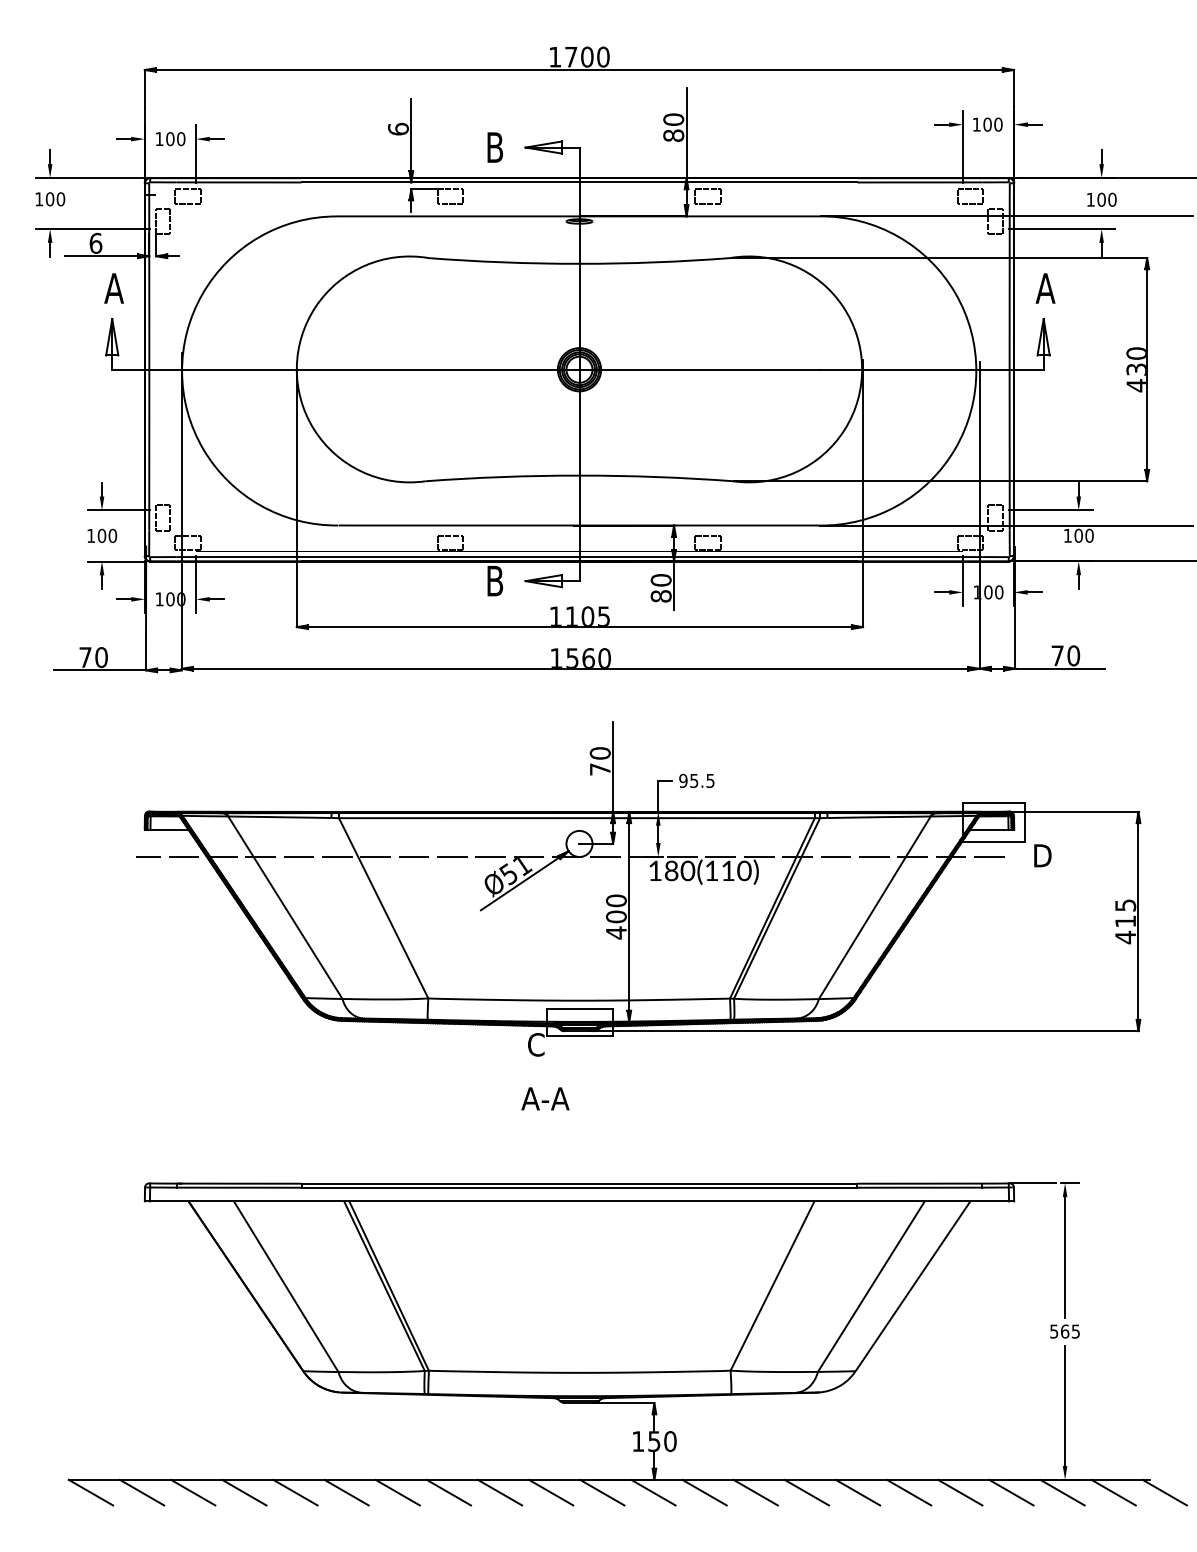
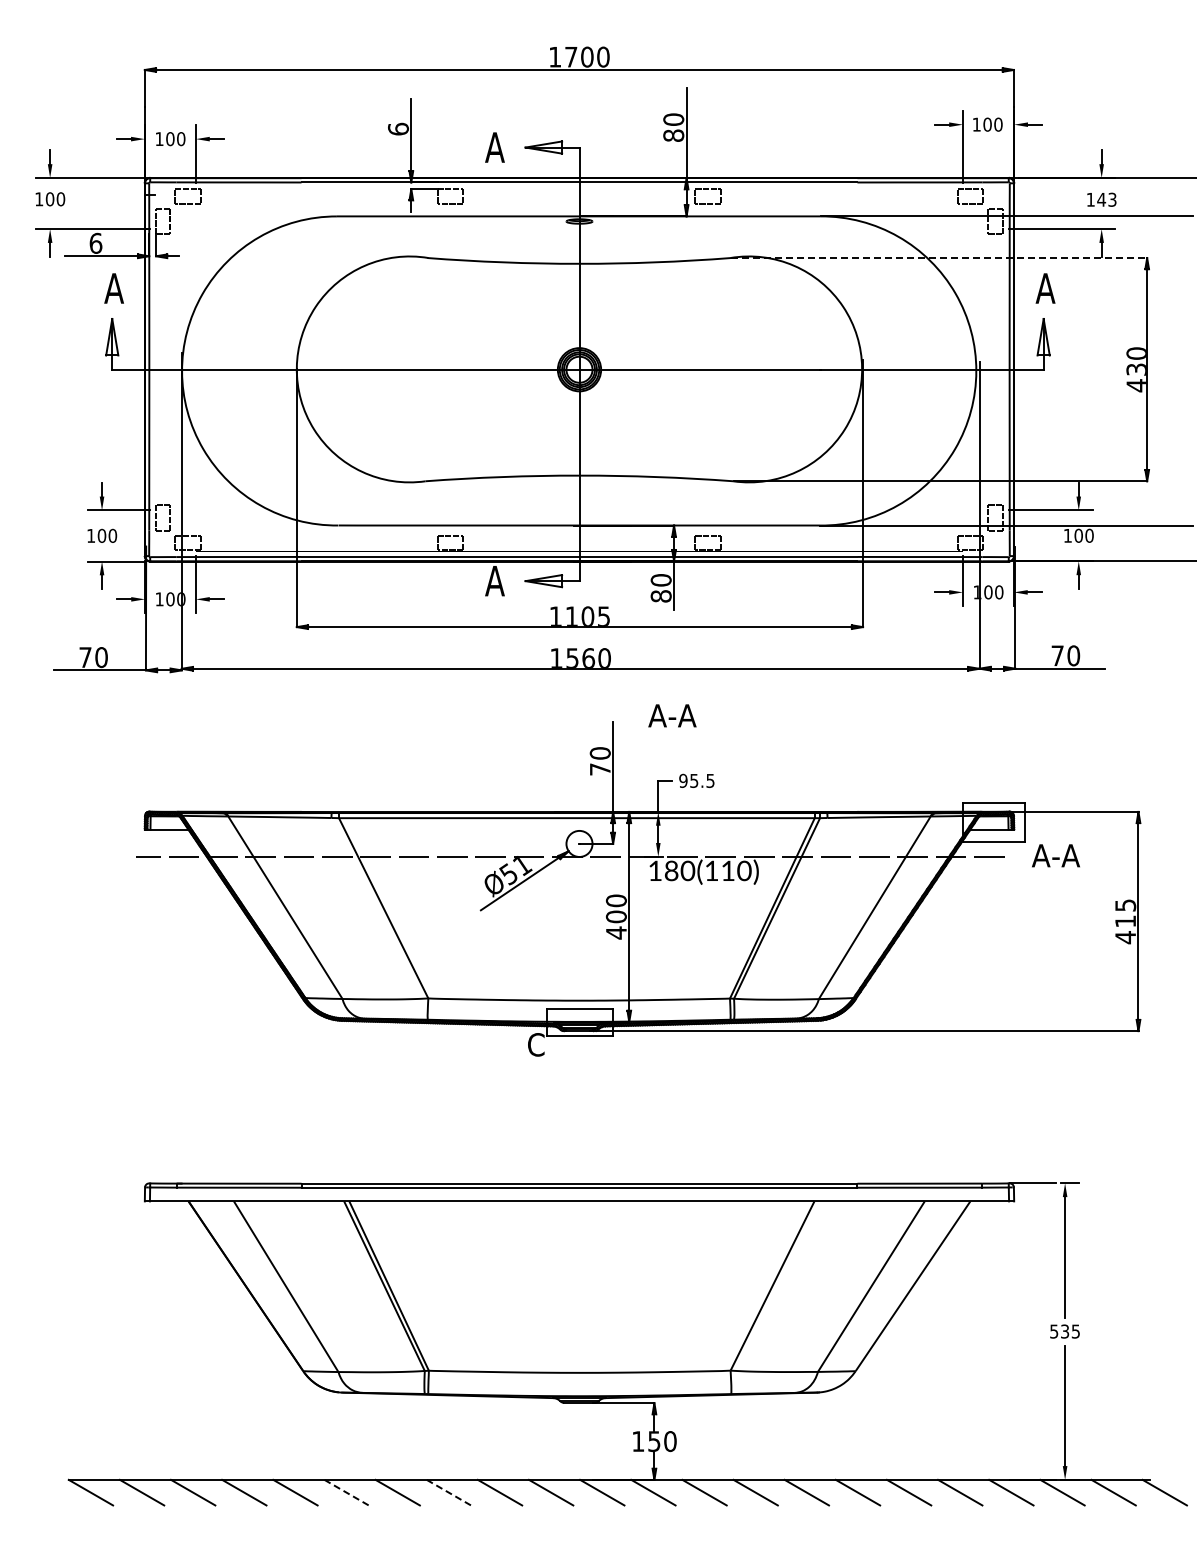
text at (494, 147): B -> A
text at (1106, 199): 100 -> 143
line at (939, 258): solid -> dashed
text at (494, 581): B -> A
text at (1055, 855): D -> A-A
text at (545, 1098) position: (545, 1098) -> (672, 715)
text at (1065, 1331): 565 -> 535
line at (346, 1492): solid -> dashed
line at (448, 1492): solid -> dashed
